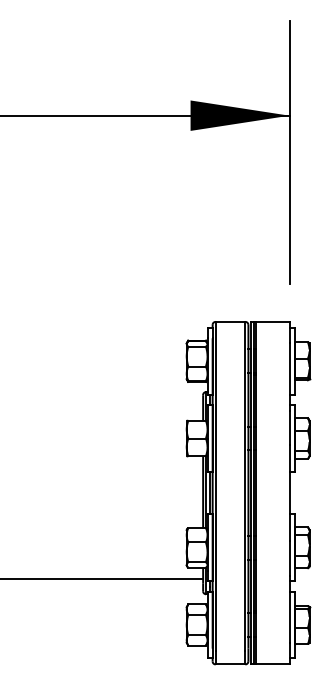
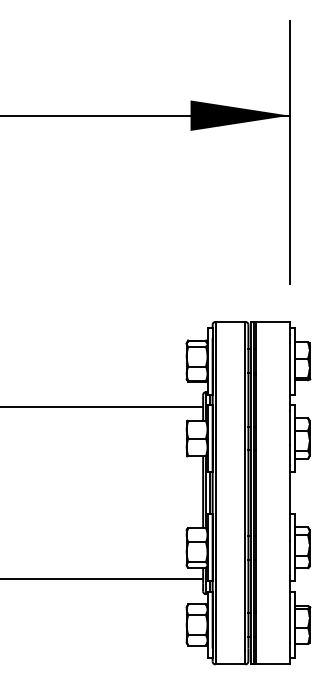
line at (102, 407): none -> present
